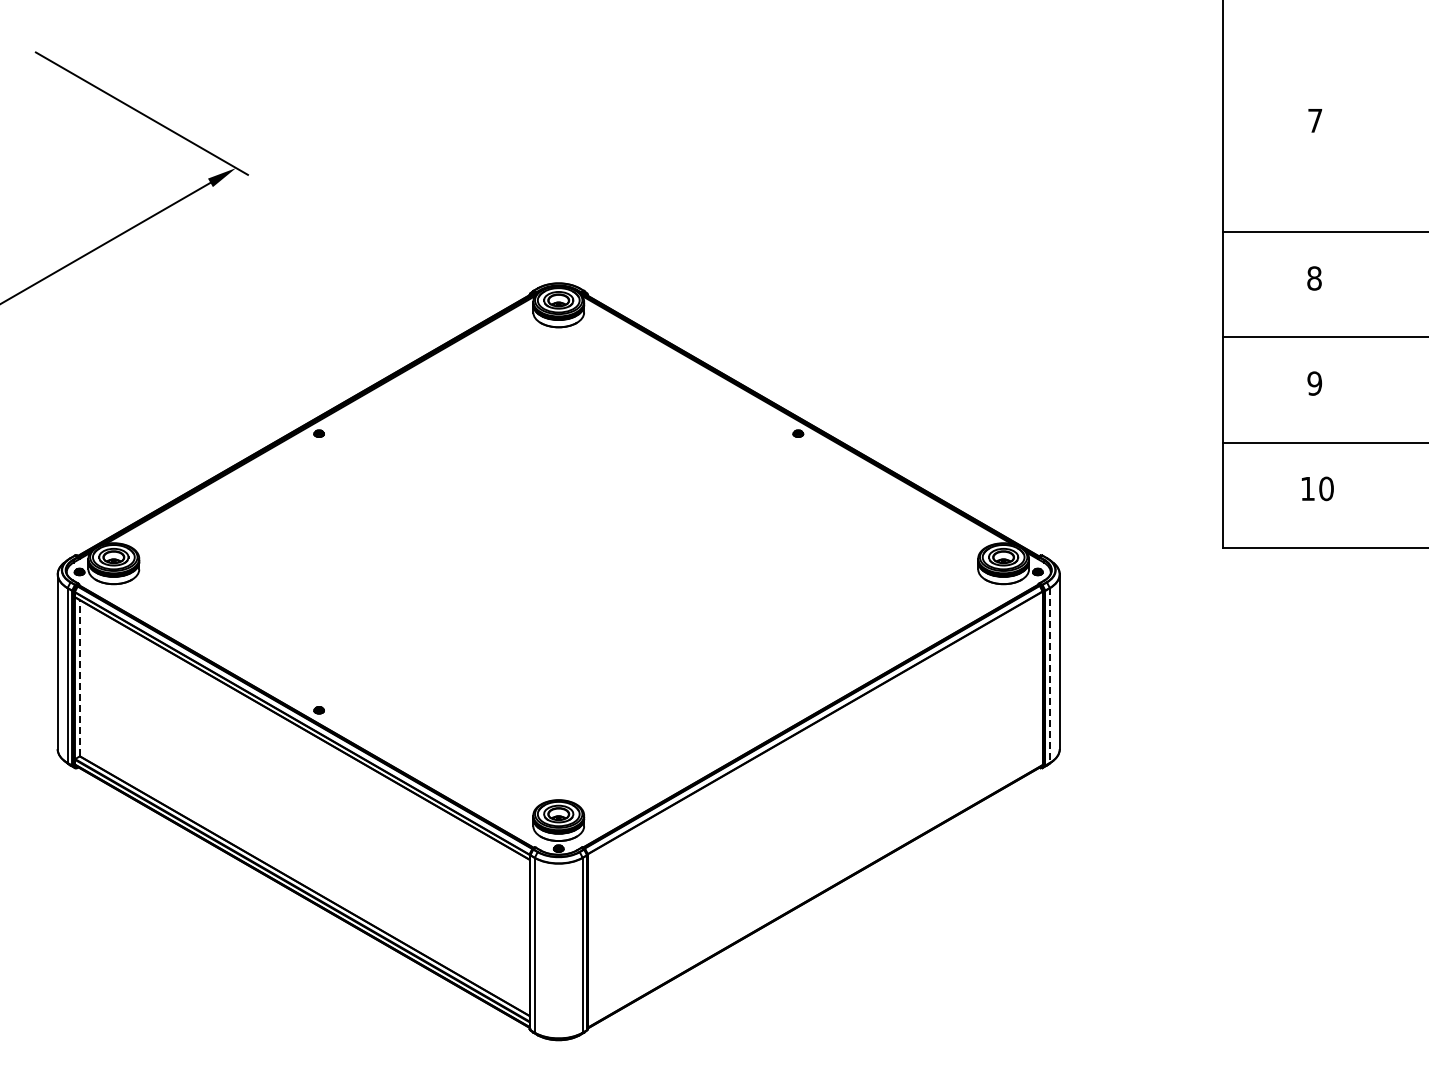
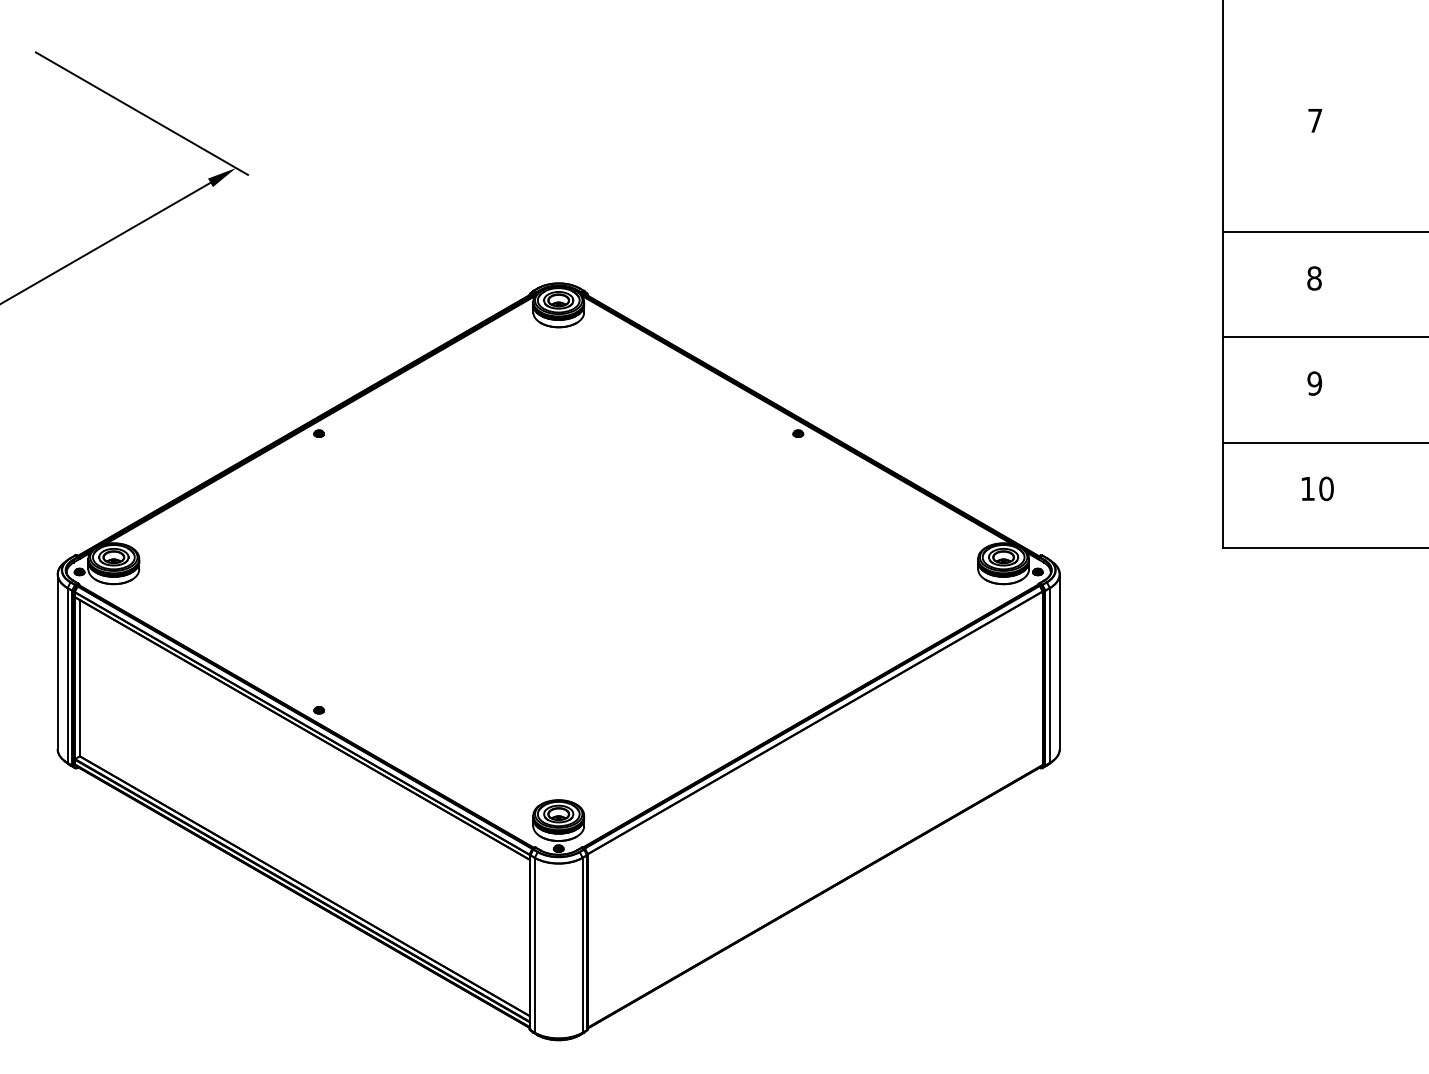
line at (1049, 676): dashed -> solid
line at (80, 677): dashed -> solid
